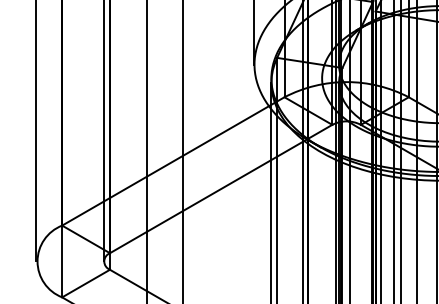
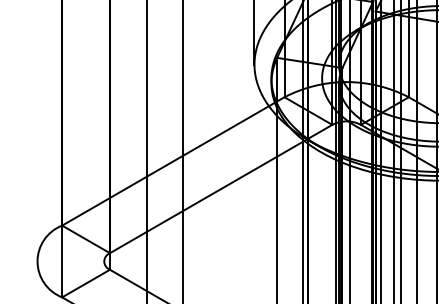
line at (36, 131): present -> none
line at (104, 131): present -> none
line at (271, 191): present -> none
